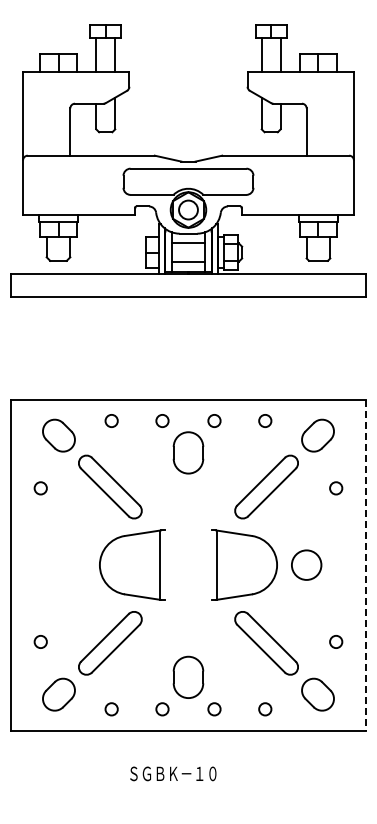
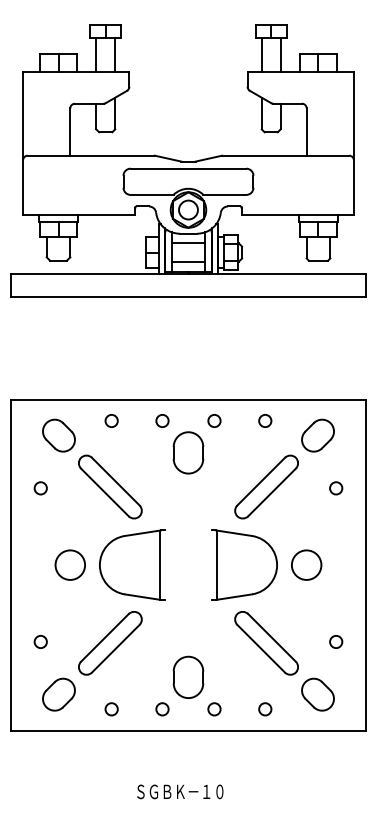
circle at (69, 564): none -> present
line at (365, 565): dashed -> solid
text at (173, 773) position: (173, 773) -> (180, 791)
